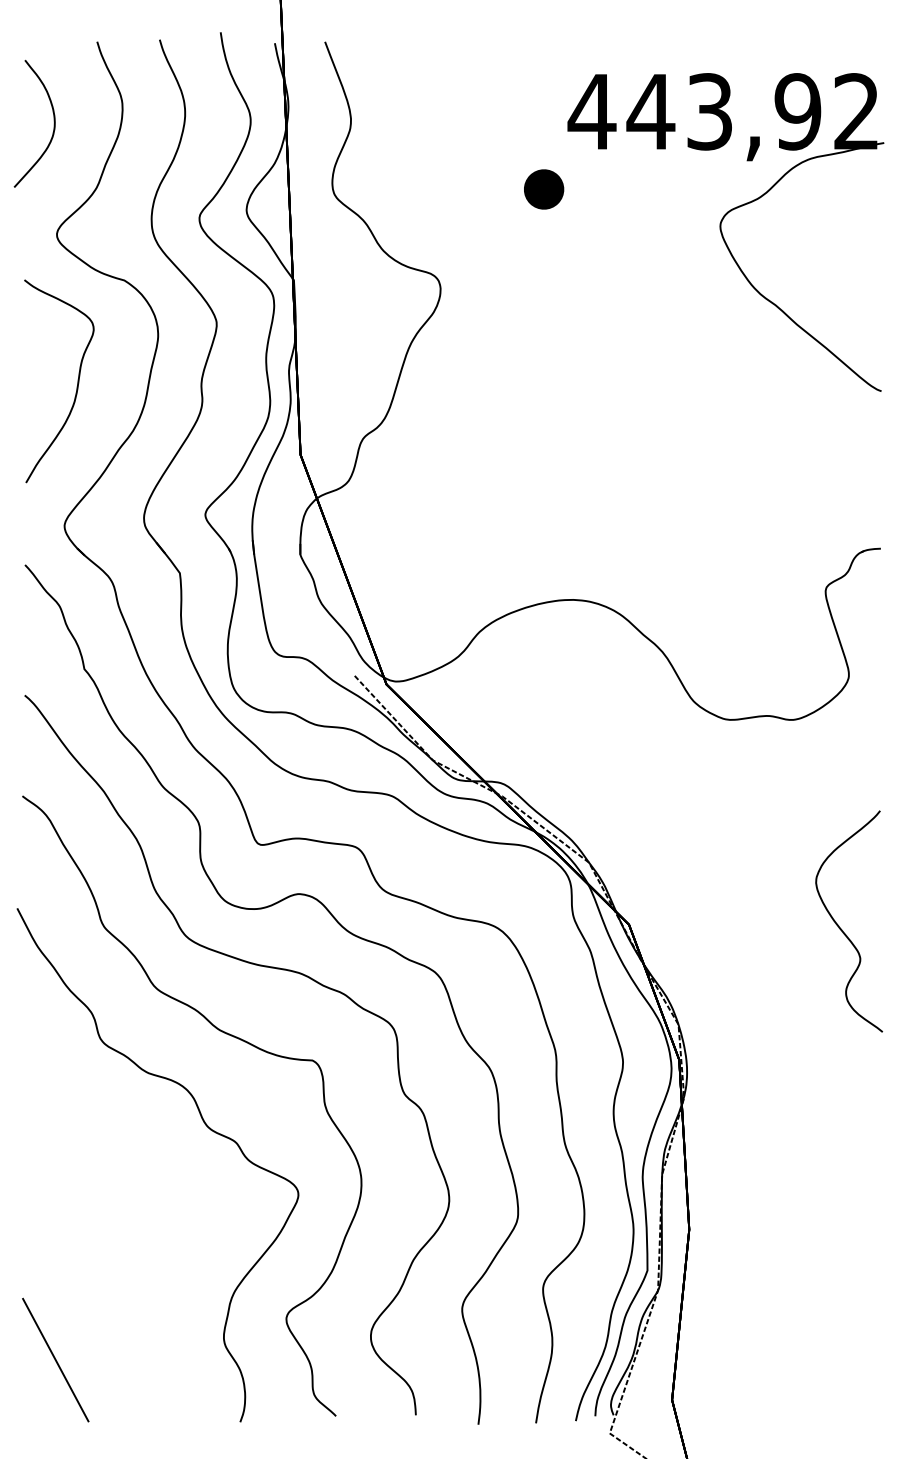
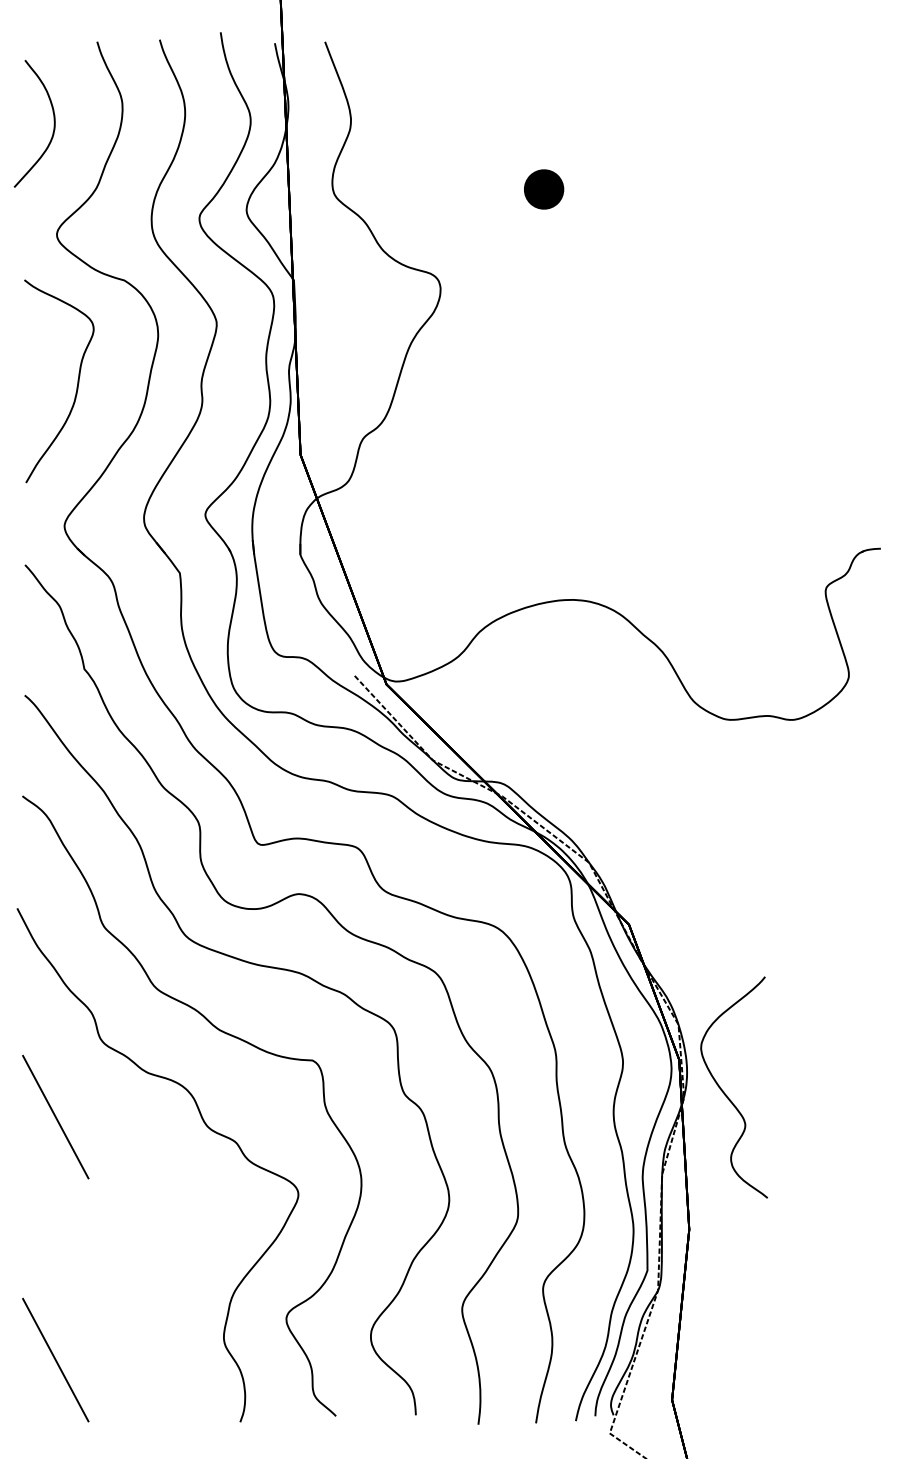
part at (725, 232): present -> none
curve at (841, 928) position: (841, 928) -> (726, 1094)
line at (55, 1116): none -> present
